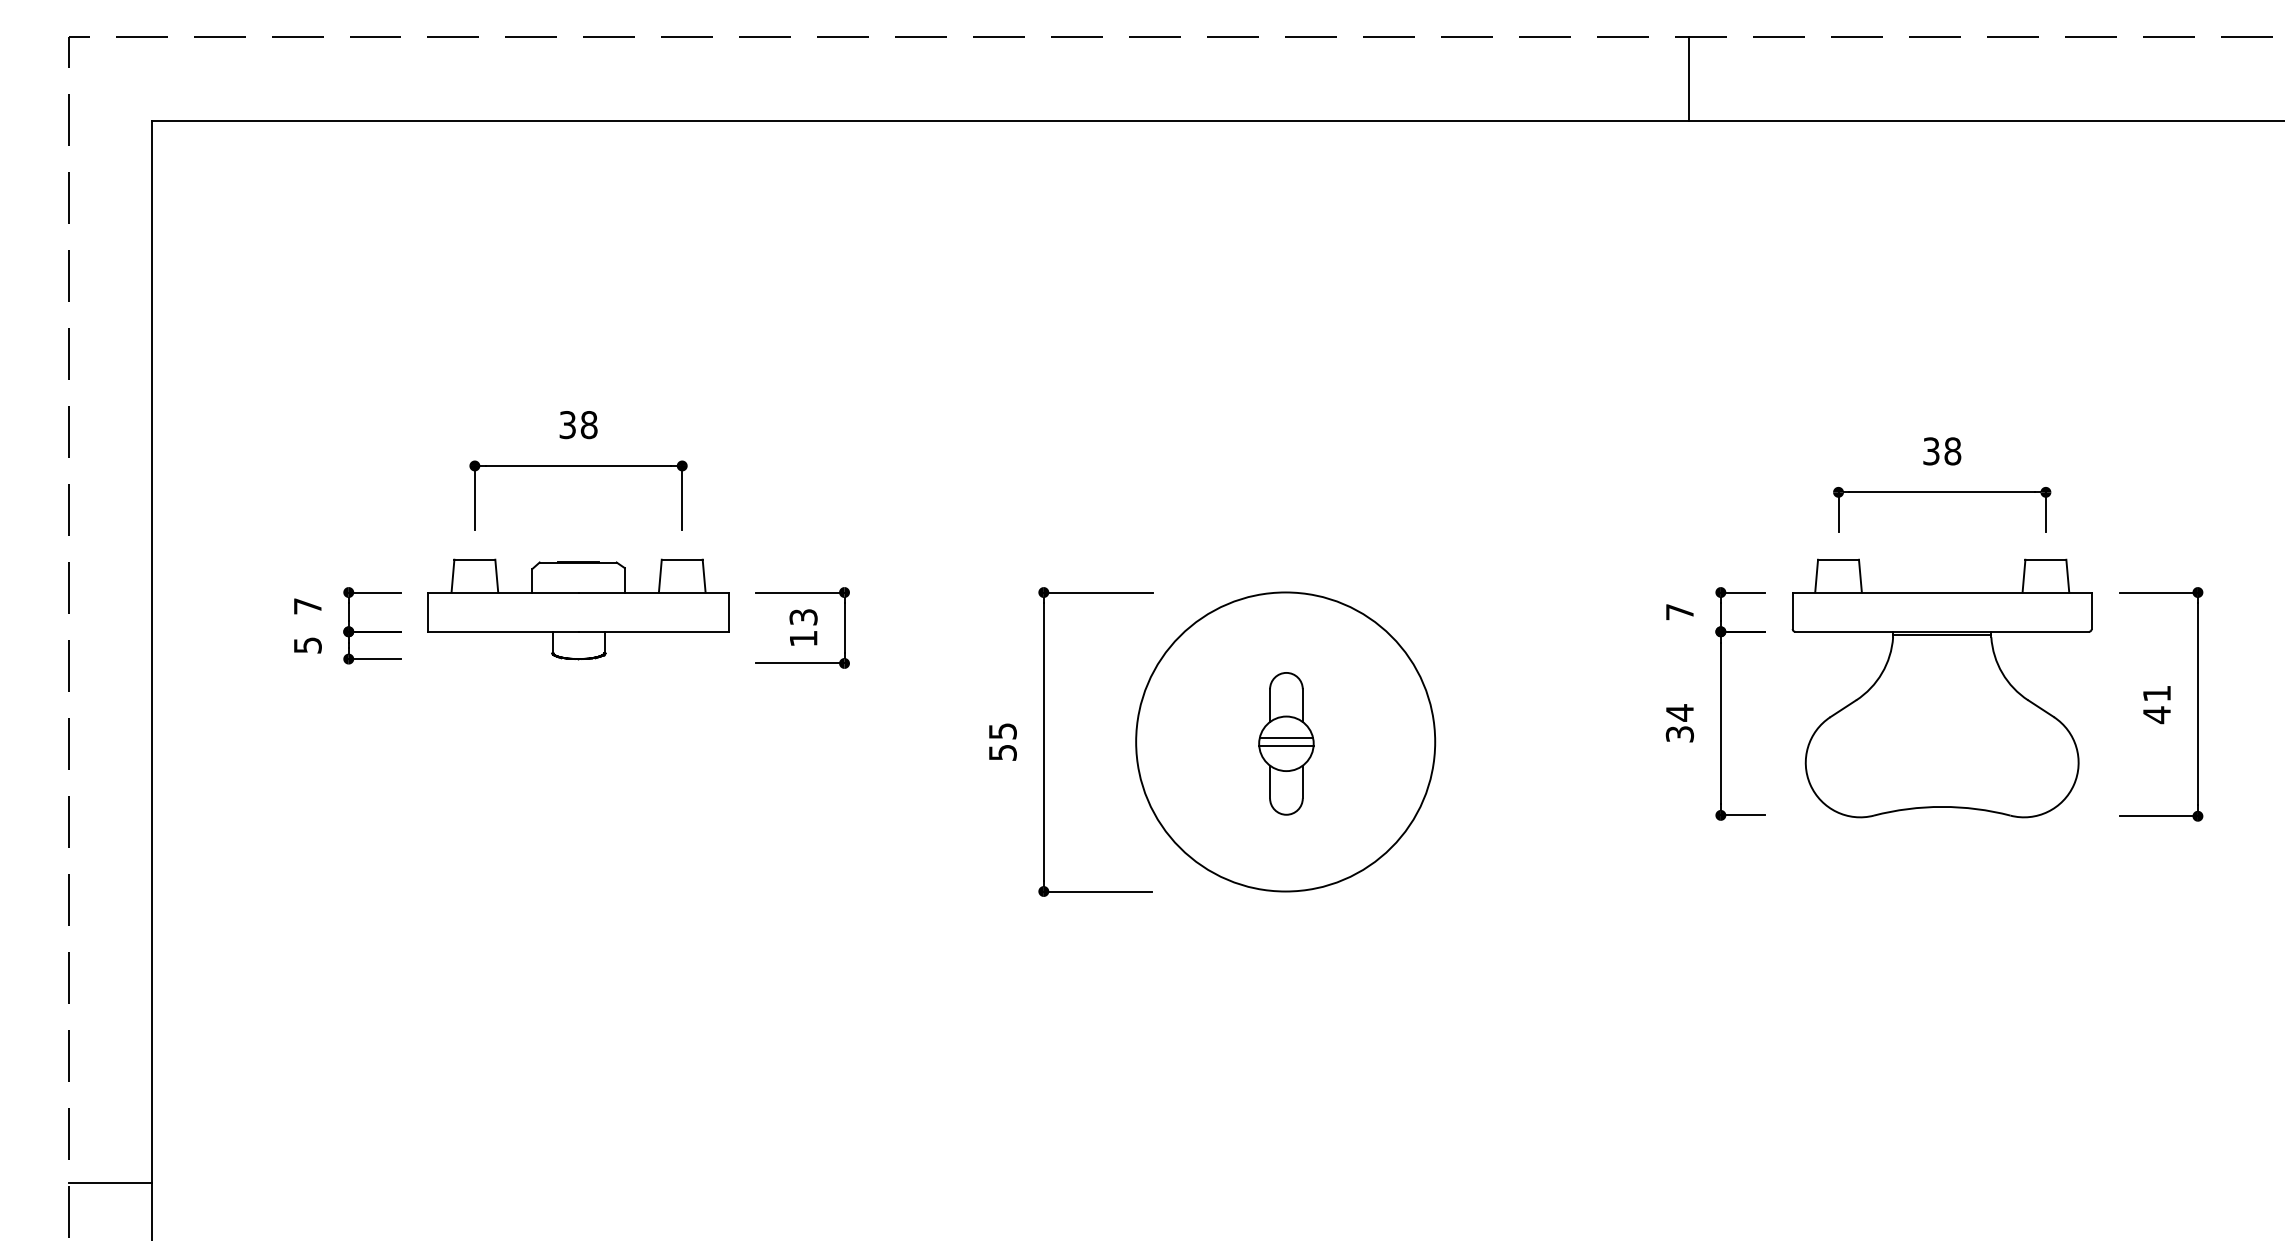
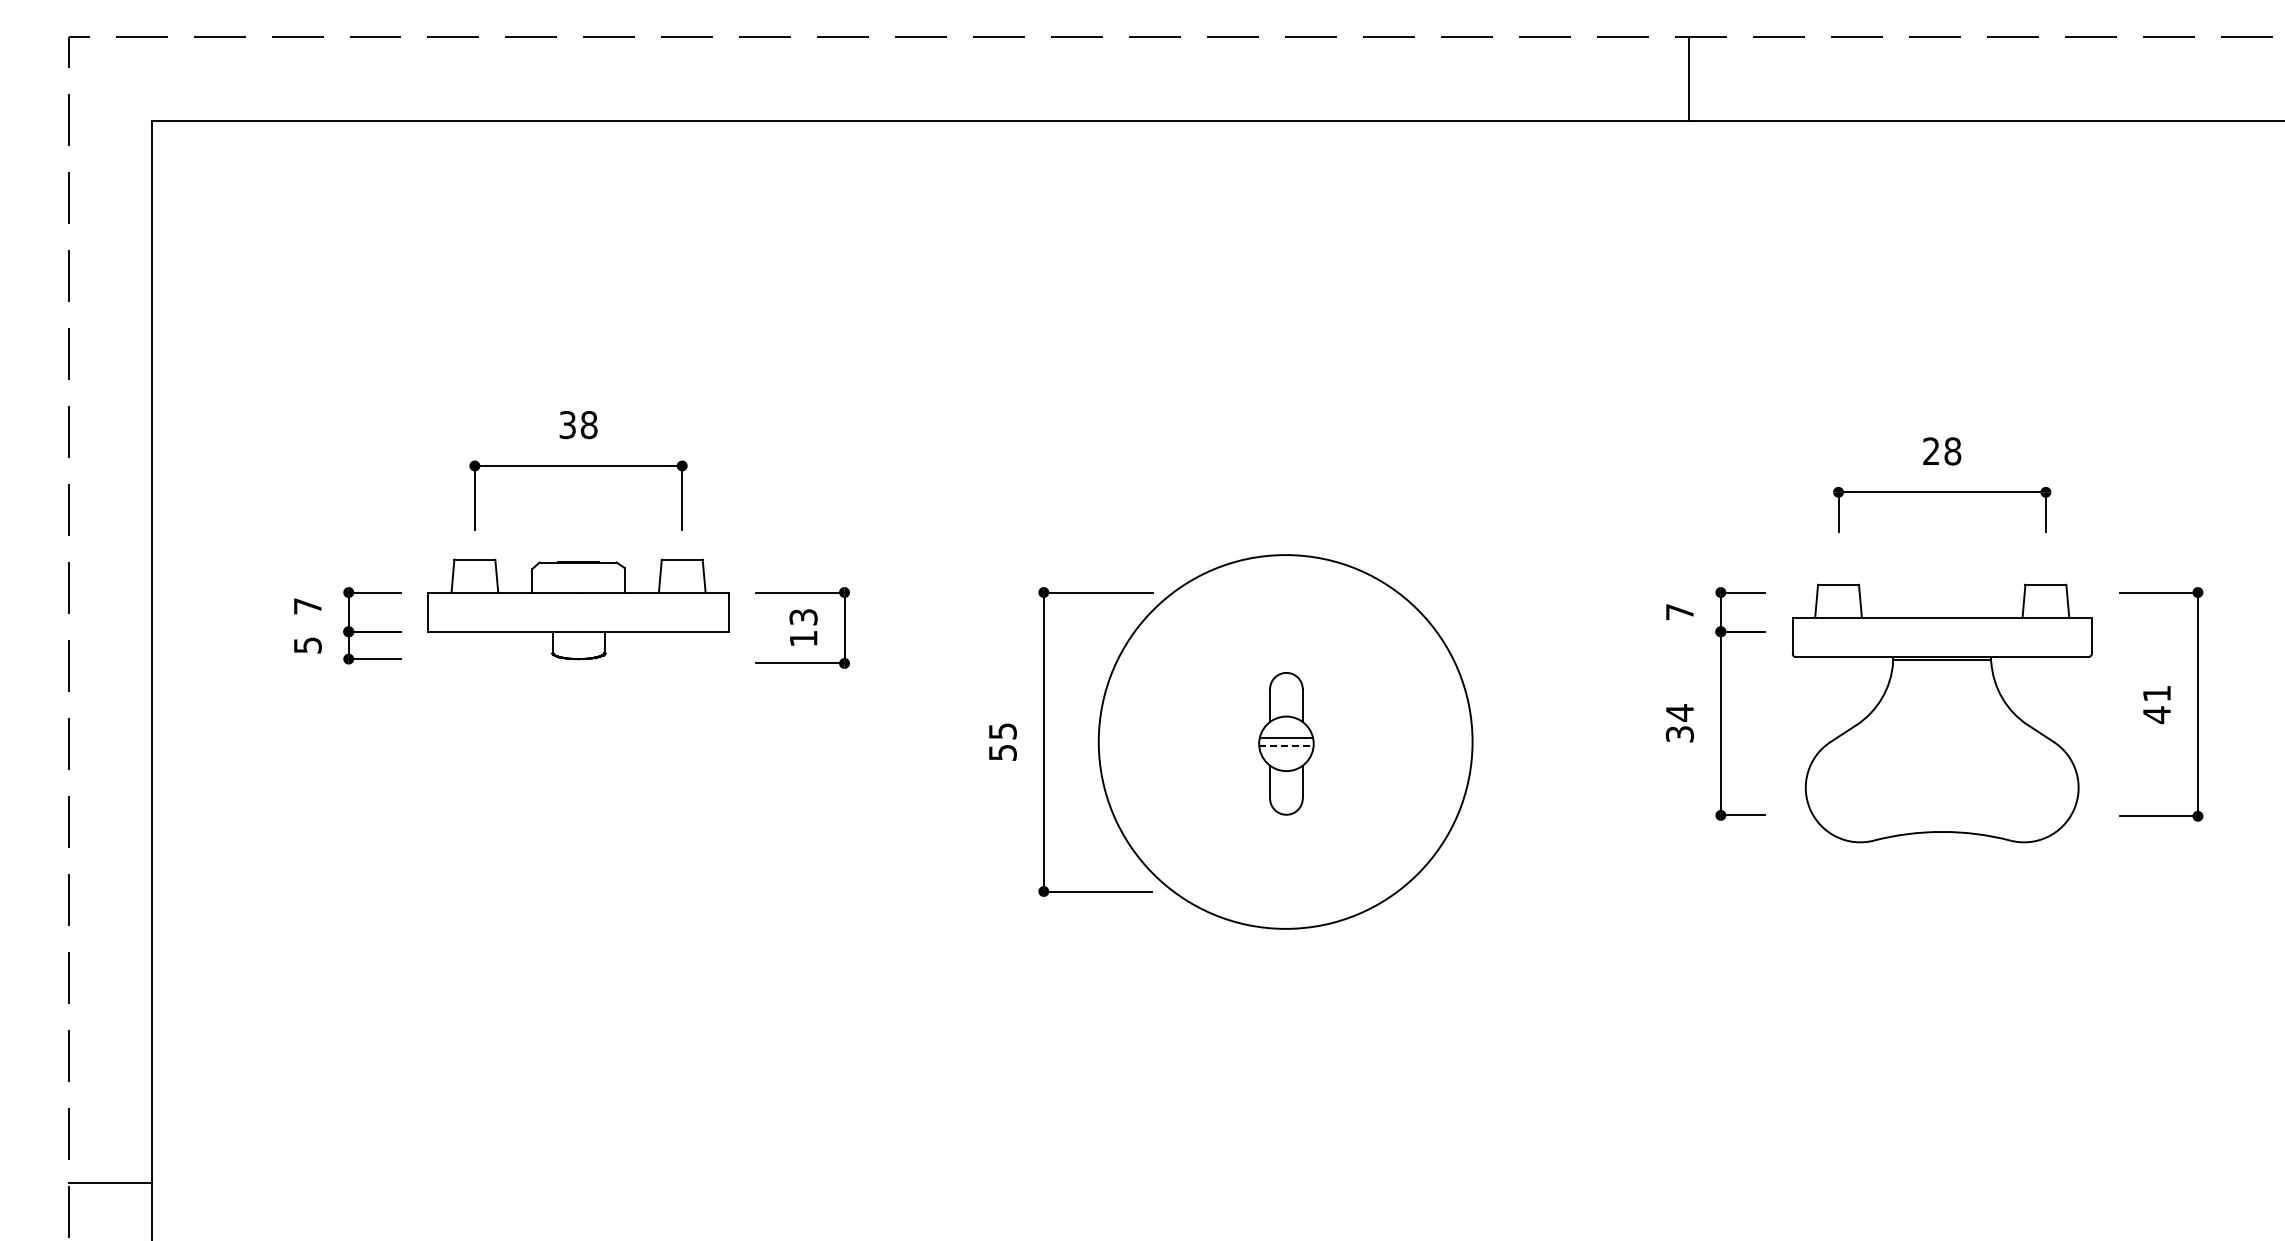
text at (1931, 451): 38 -> 28
part at (1941, 688) position: (1941, 688) -> (1941, 713)
circle at (1285, 741) diameter: 299 px -> 374 px
line at (1286, 746): solid -> dashed
